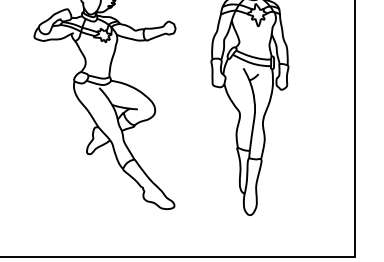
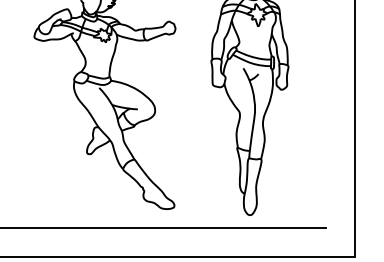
line at (164, 227): none -> present
